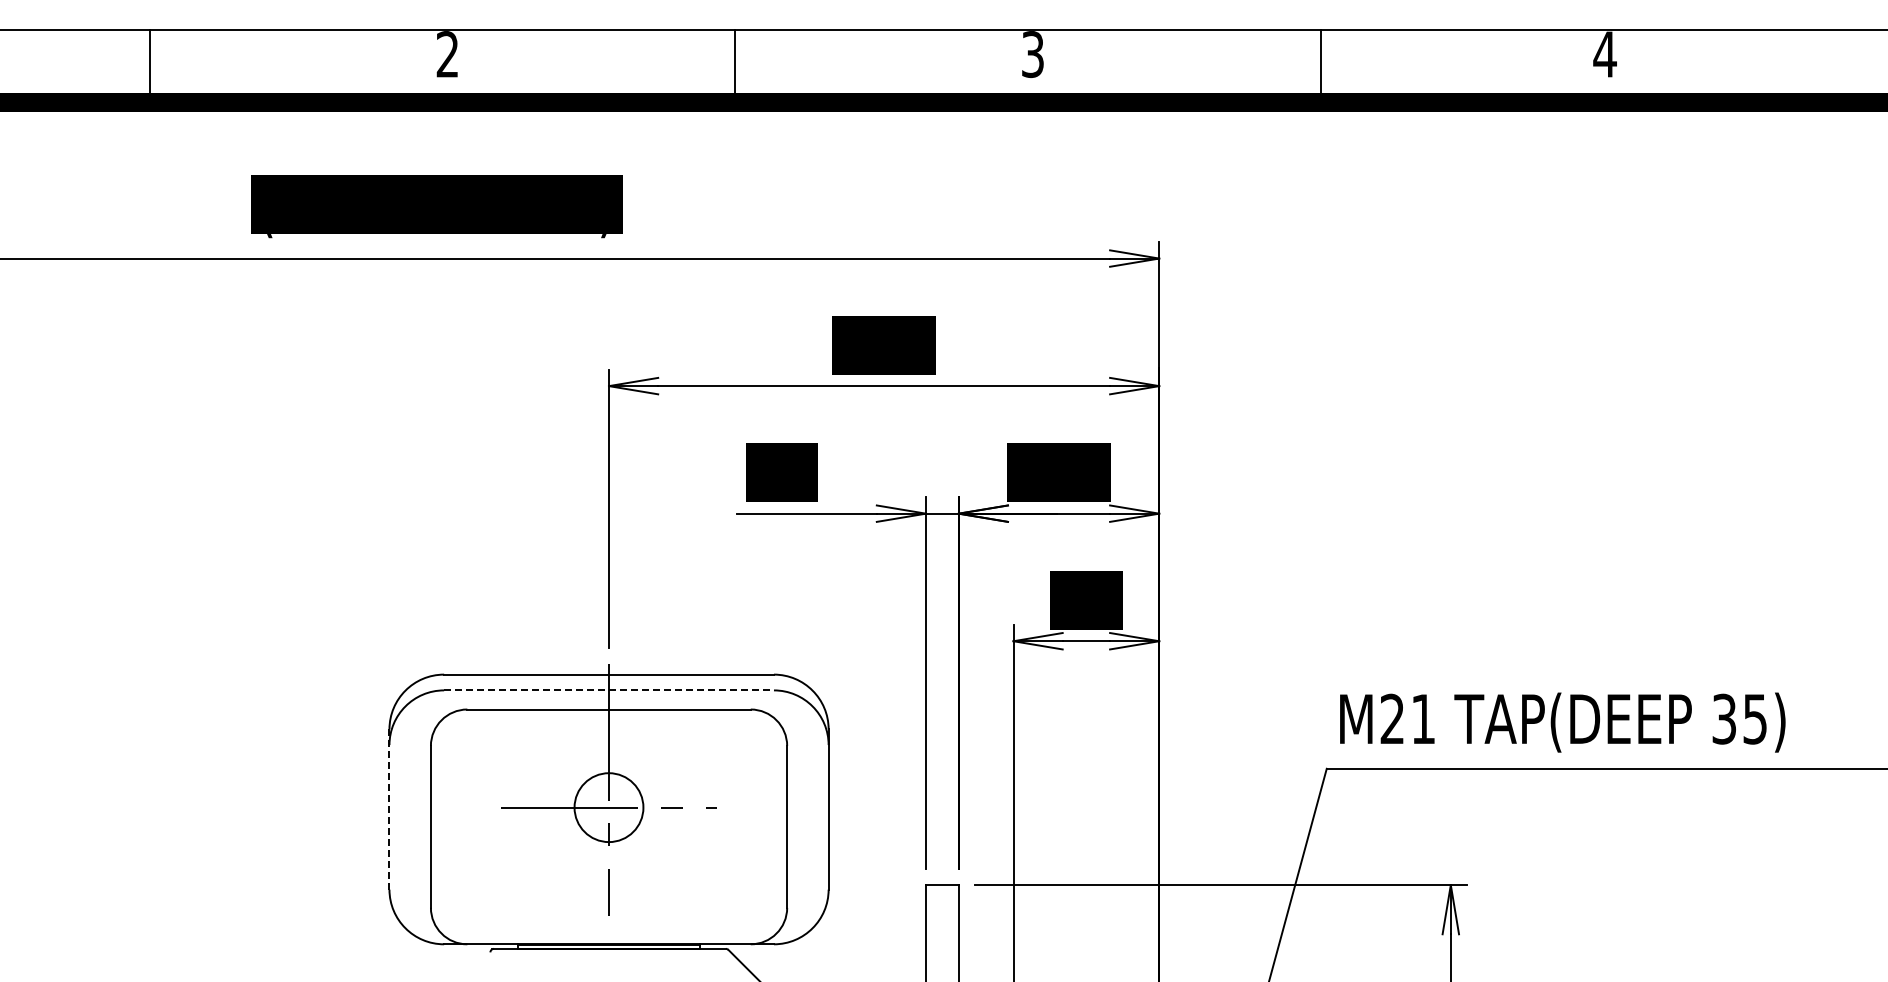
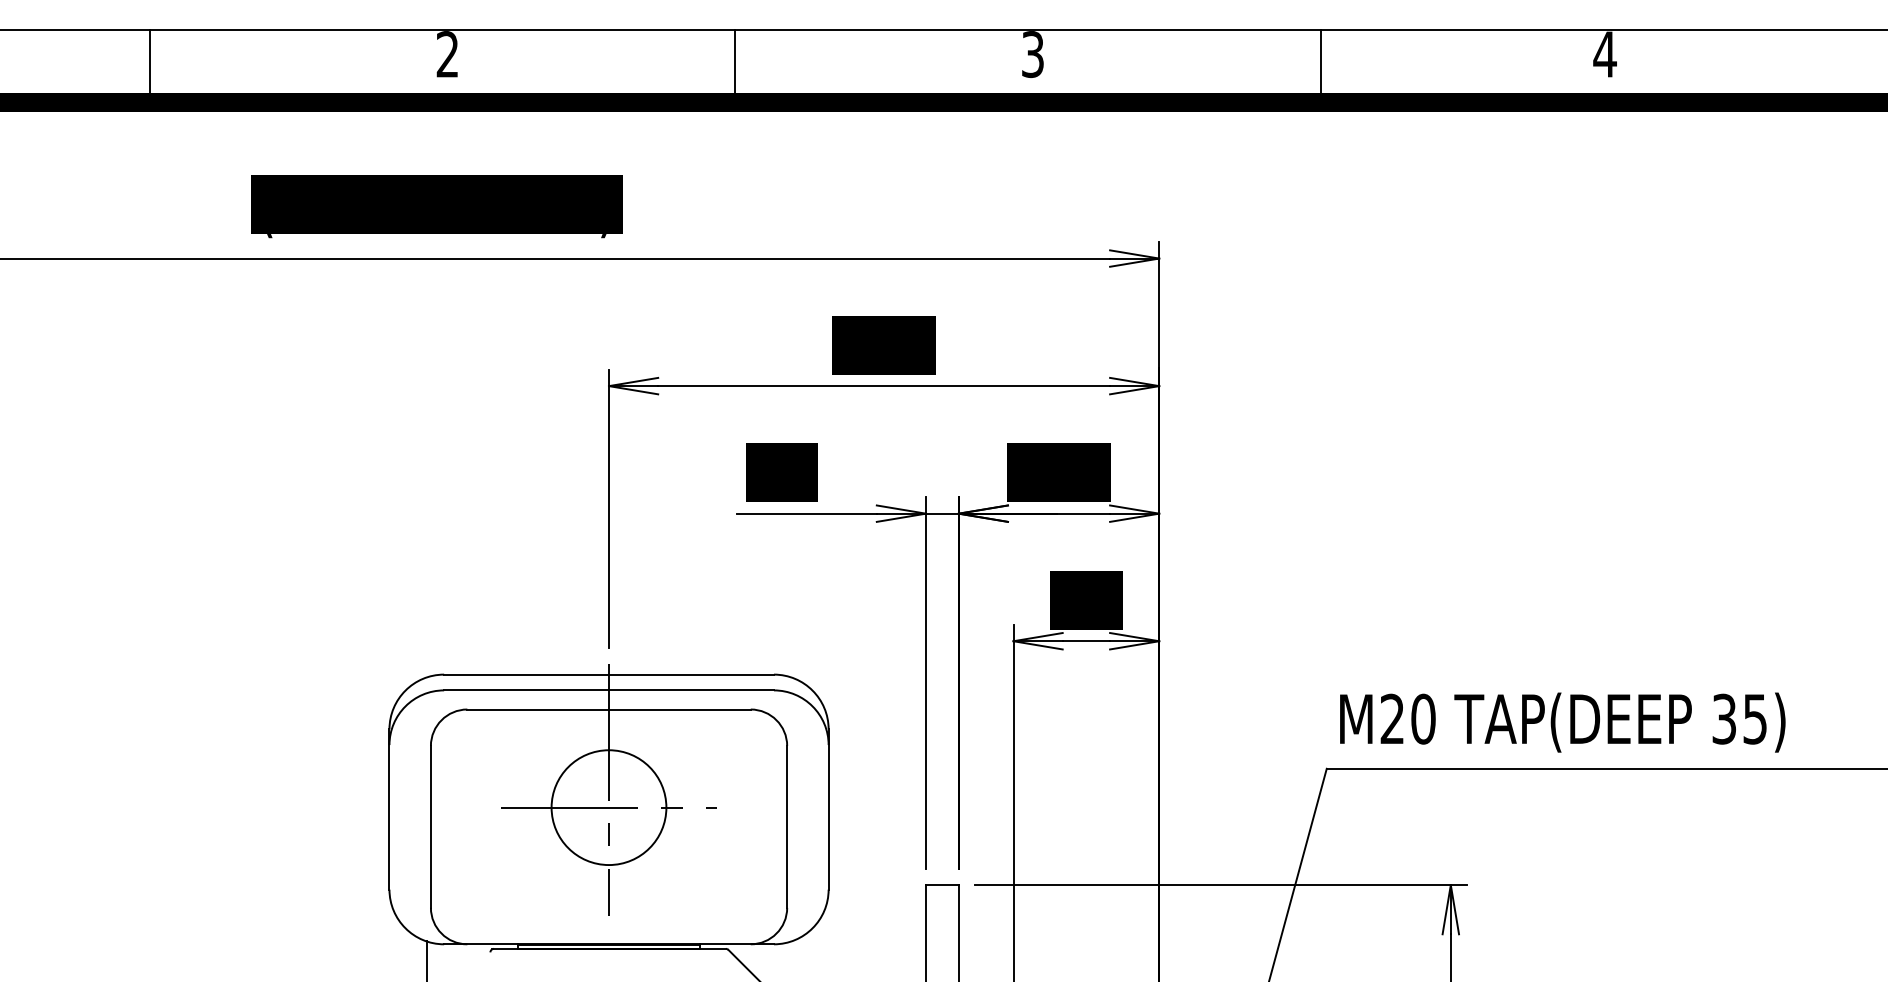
line at (609, 690): dashed -> solid
text at (1423, 718): M21 -> M20
circle at (608, 807) diameter: 69 px -> 115 px
line at (389, 809): dashed -> solid
line at (426, 958): none -> present
